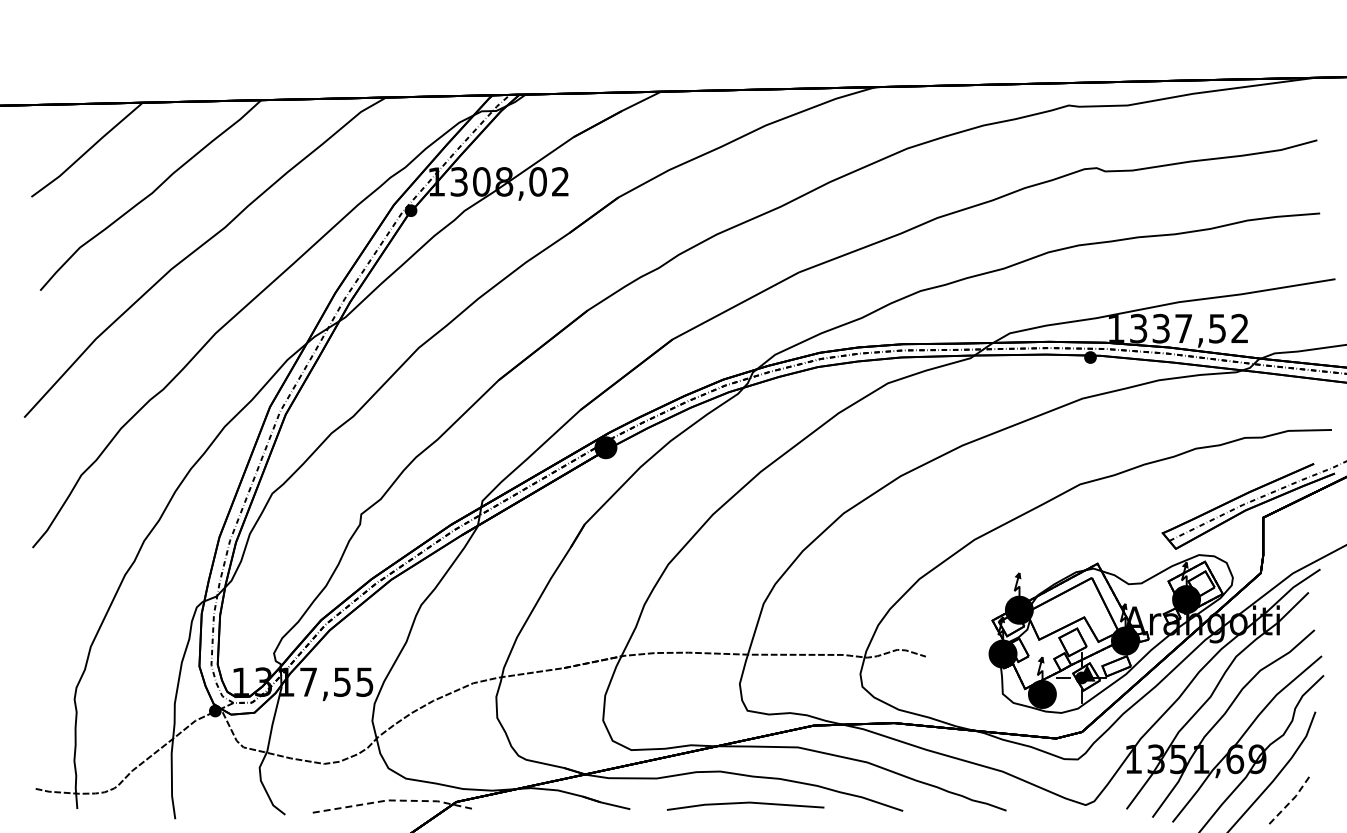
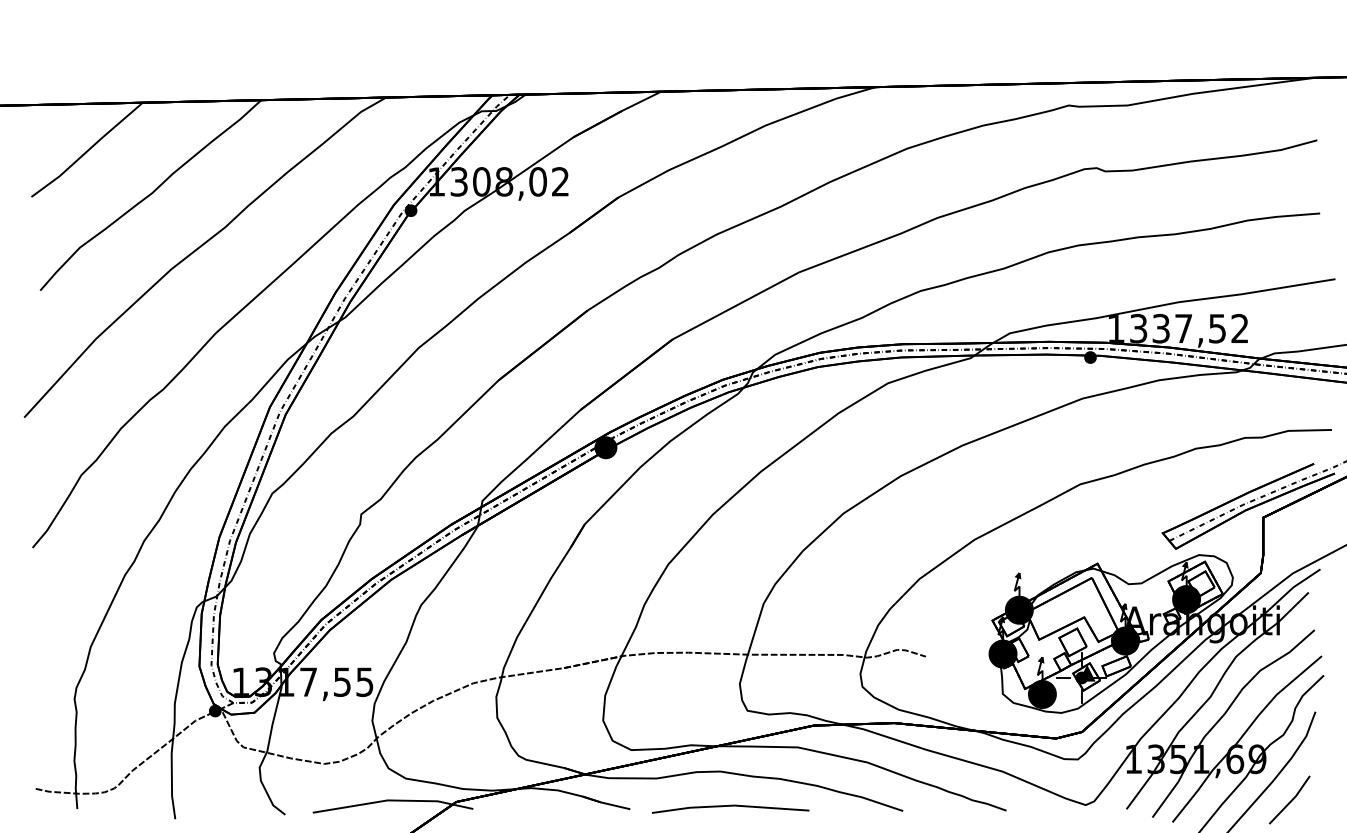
line at (393, 800): dashed -> solid
line at (1291, 800): dashed -> solid
line at (745, 803) position: (745, 803) -> (730, 806)
